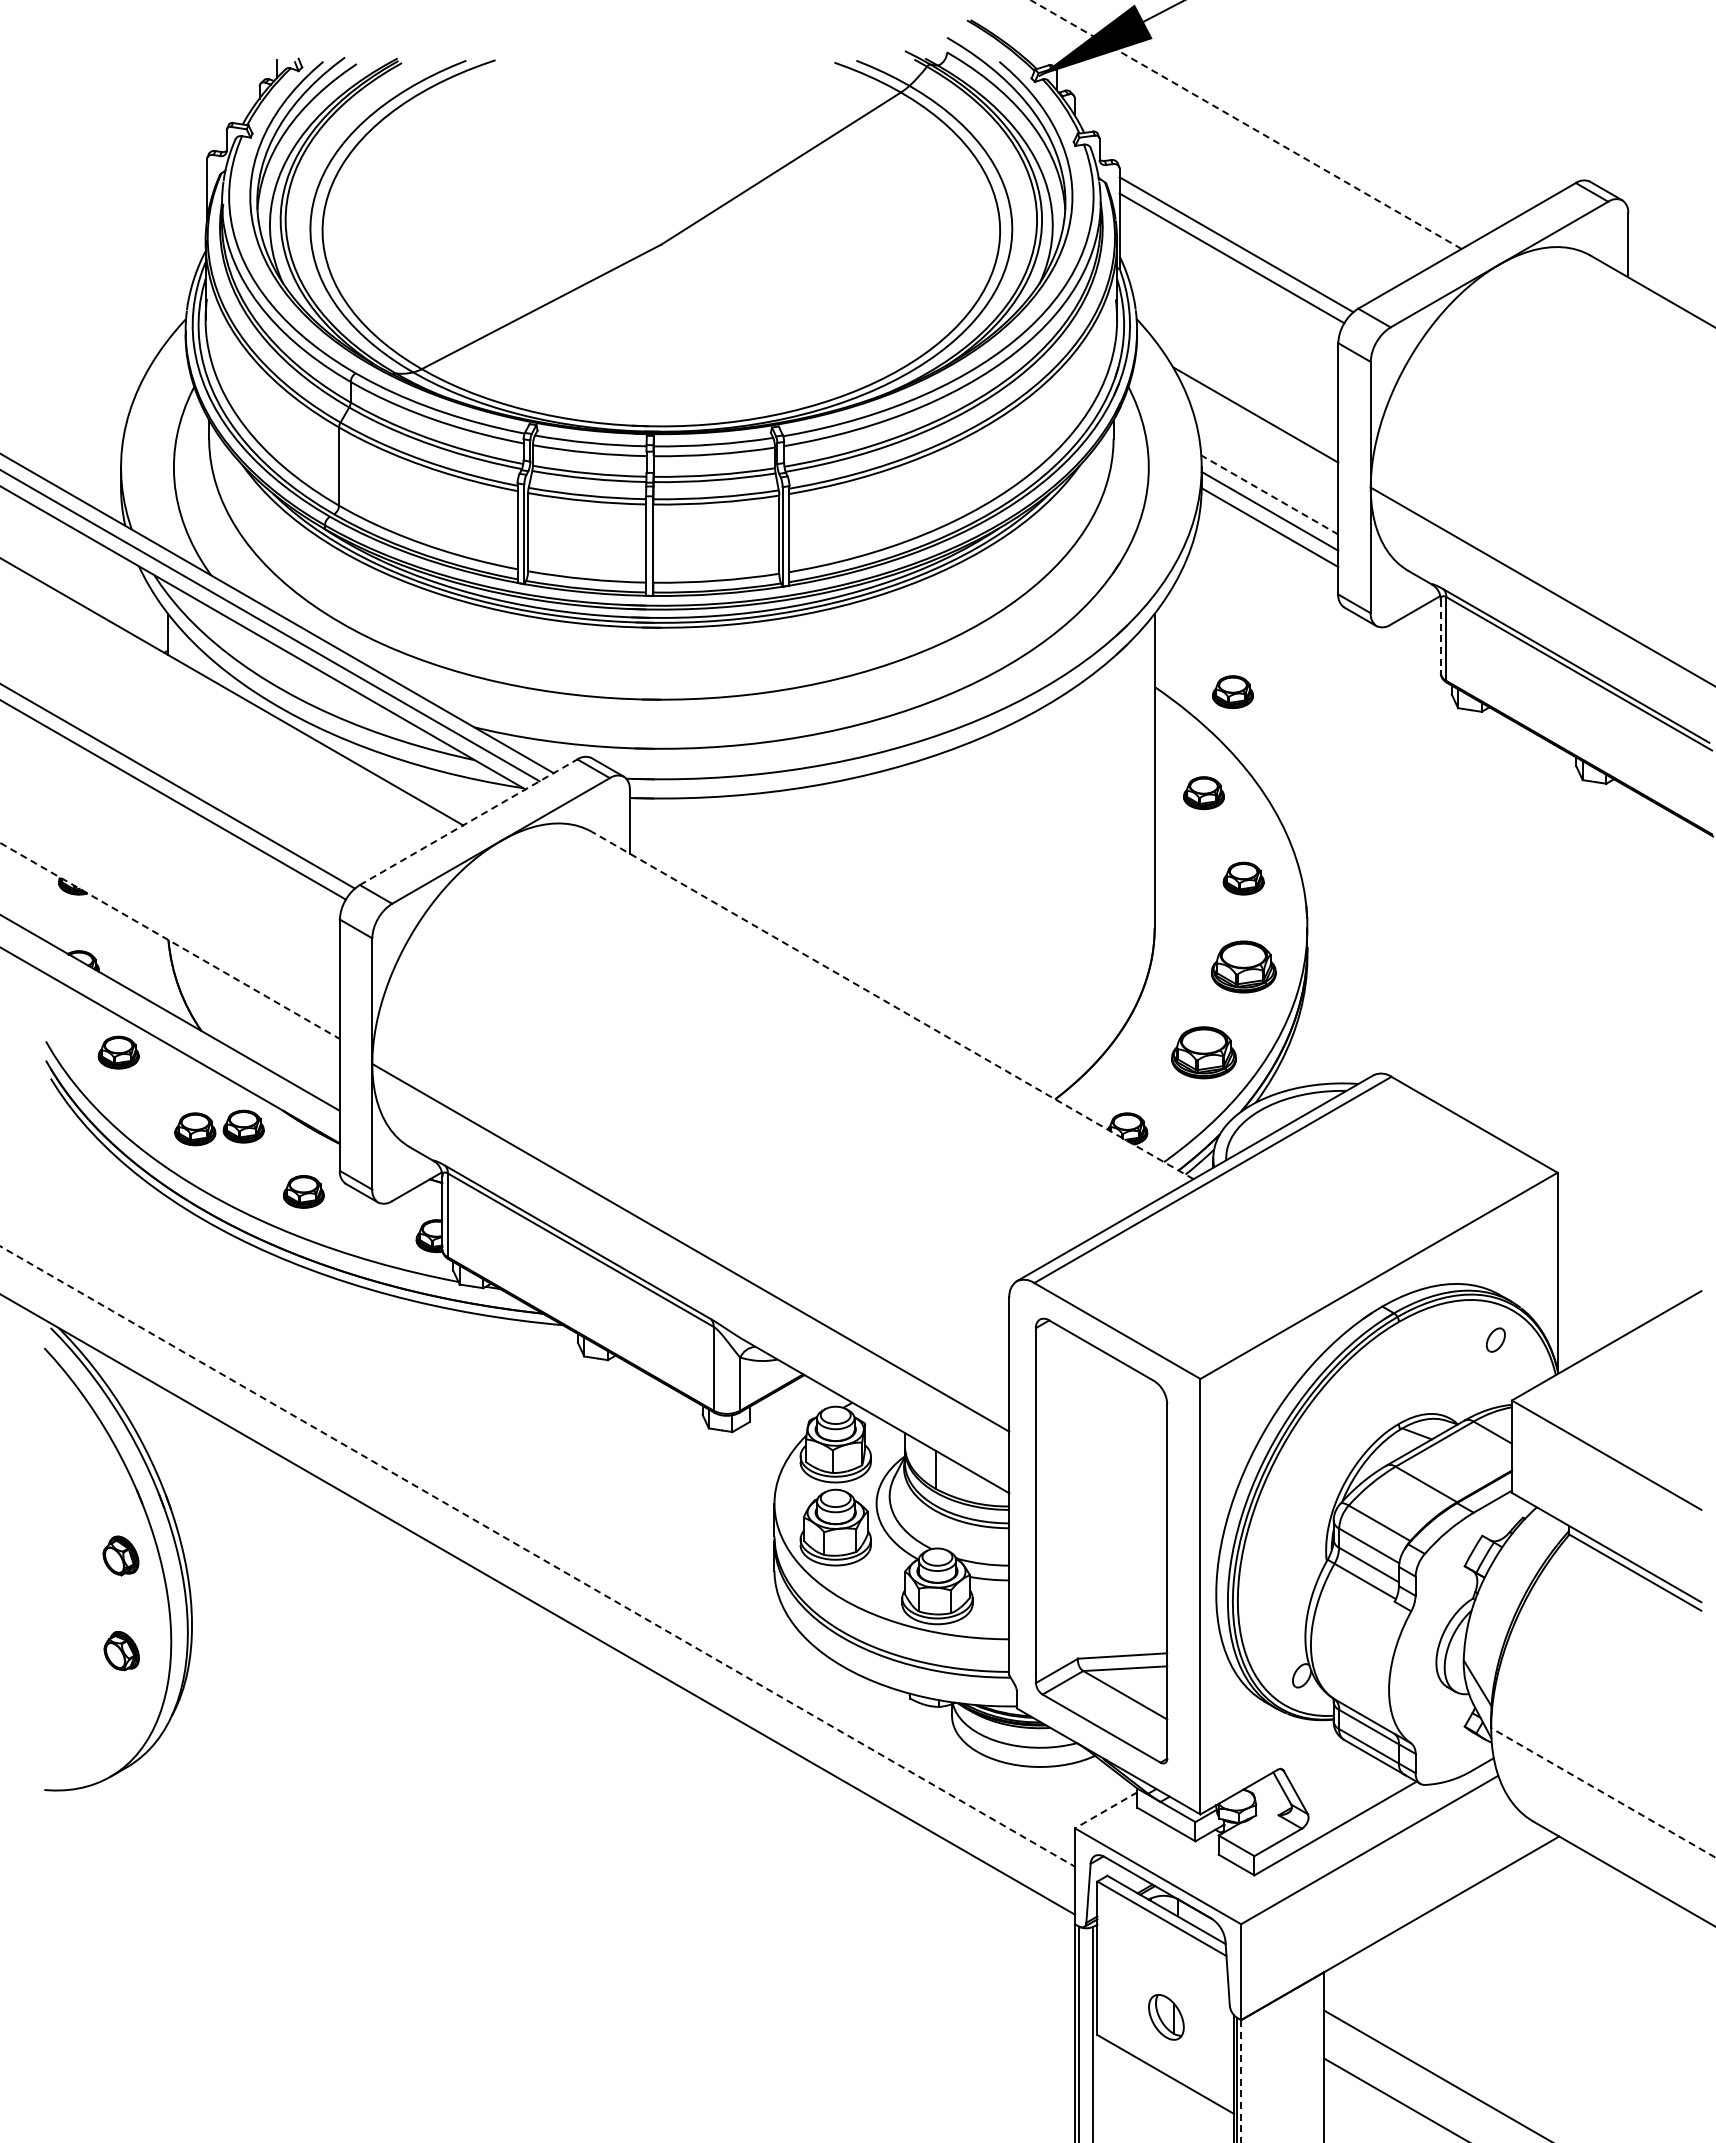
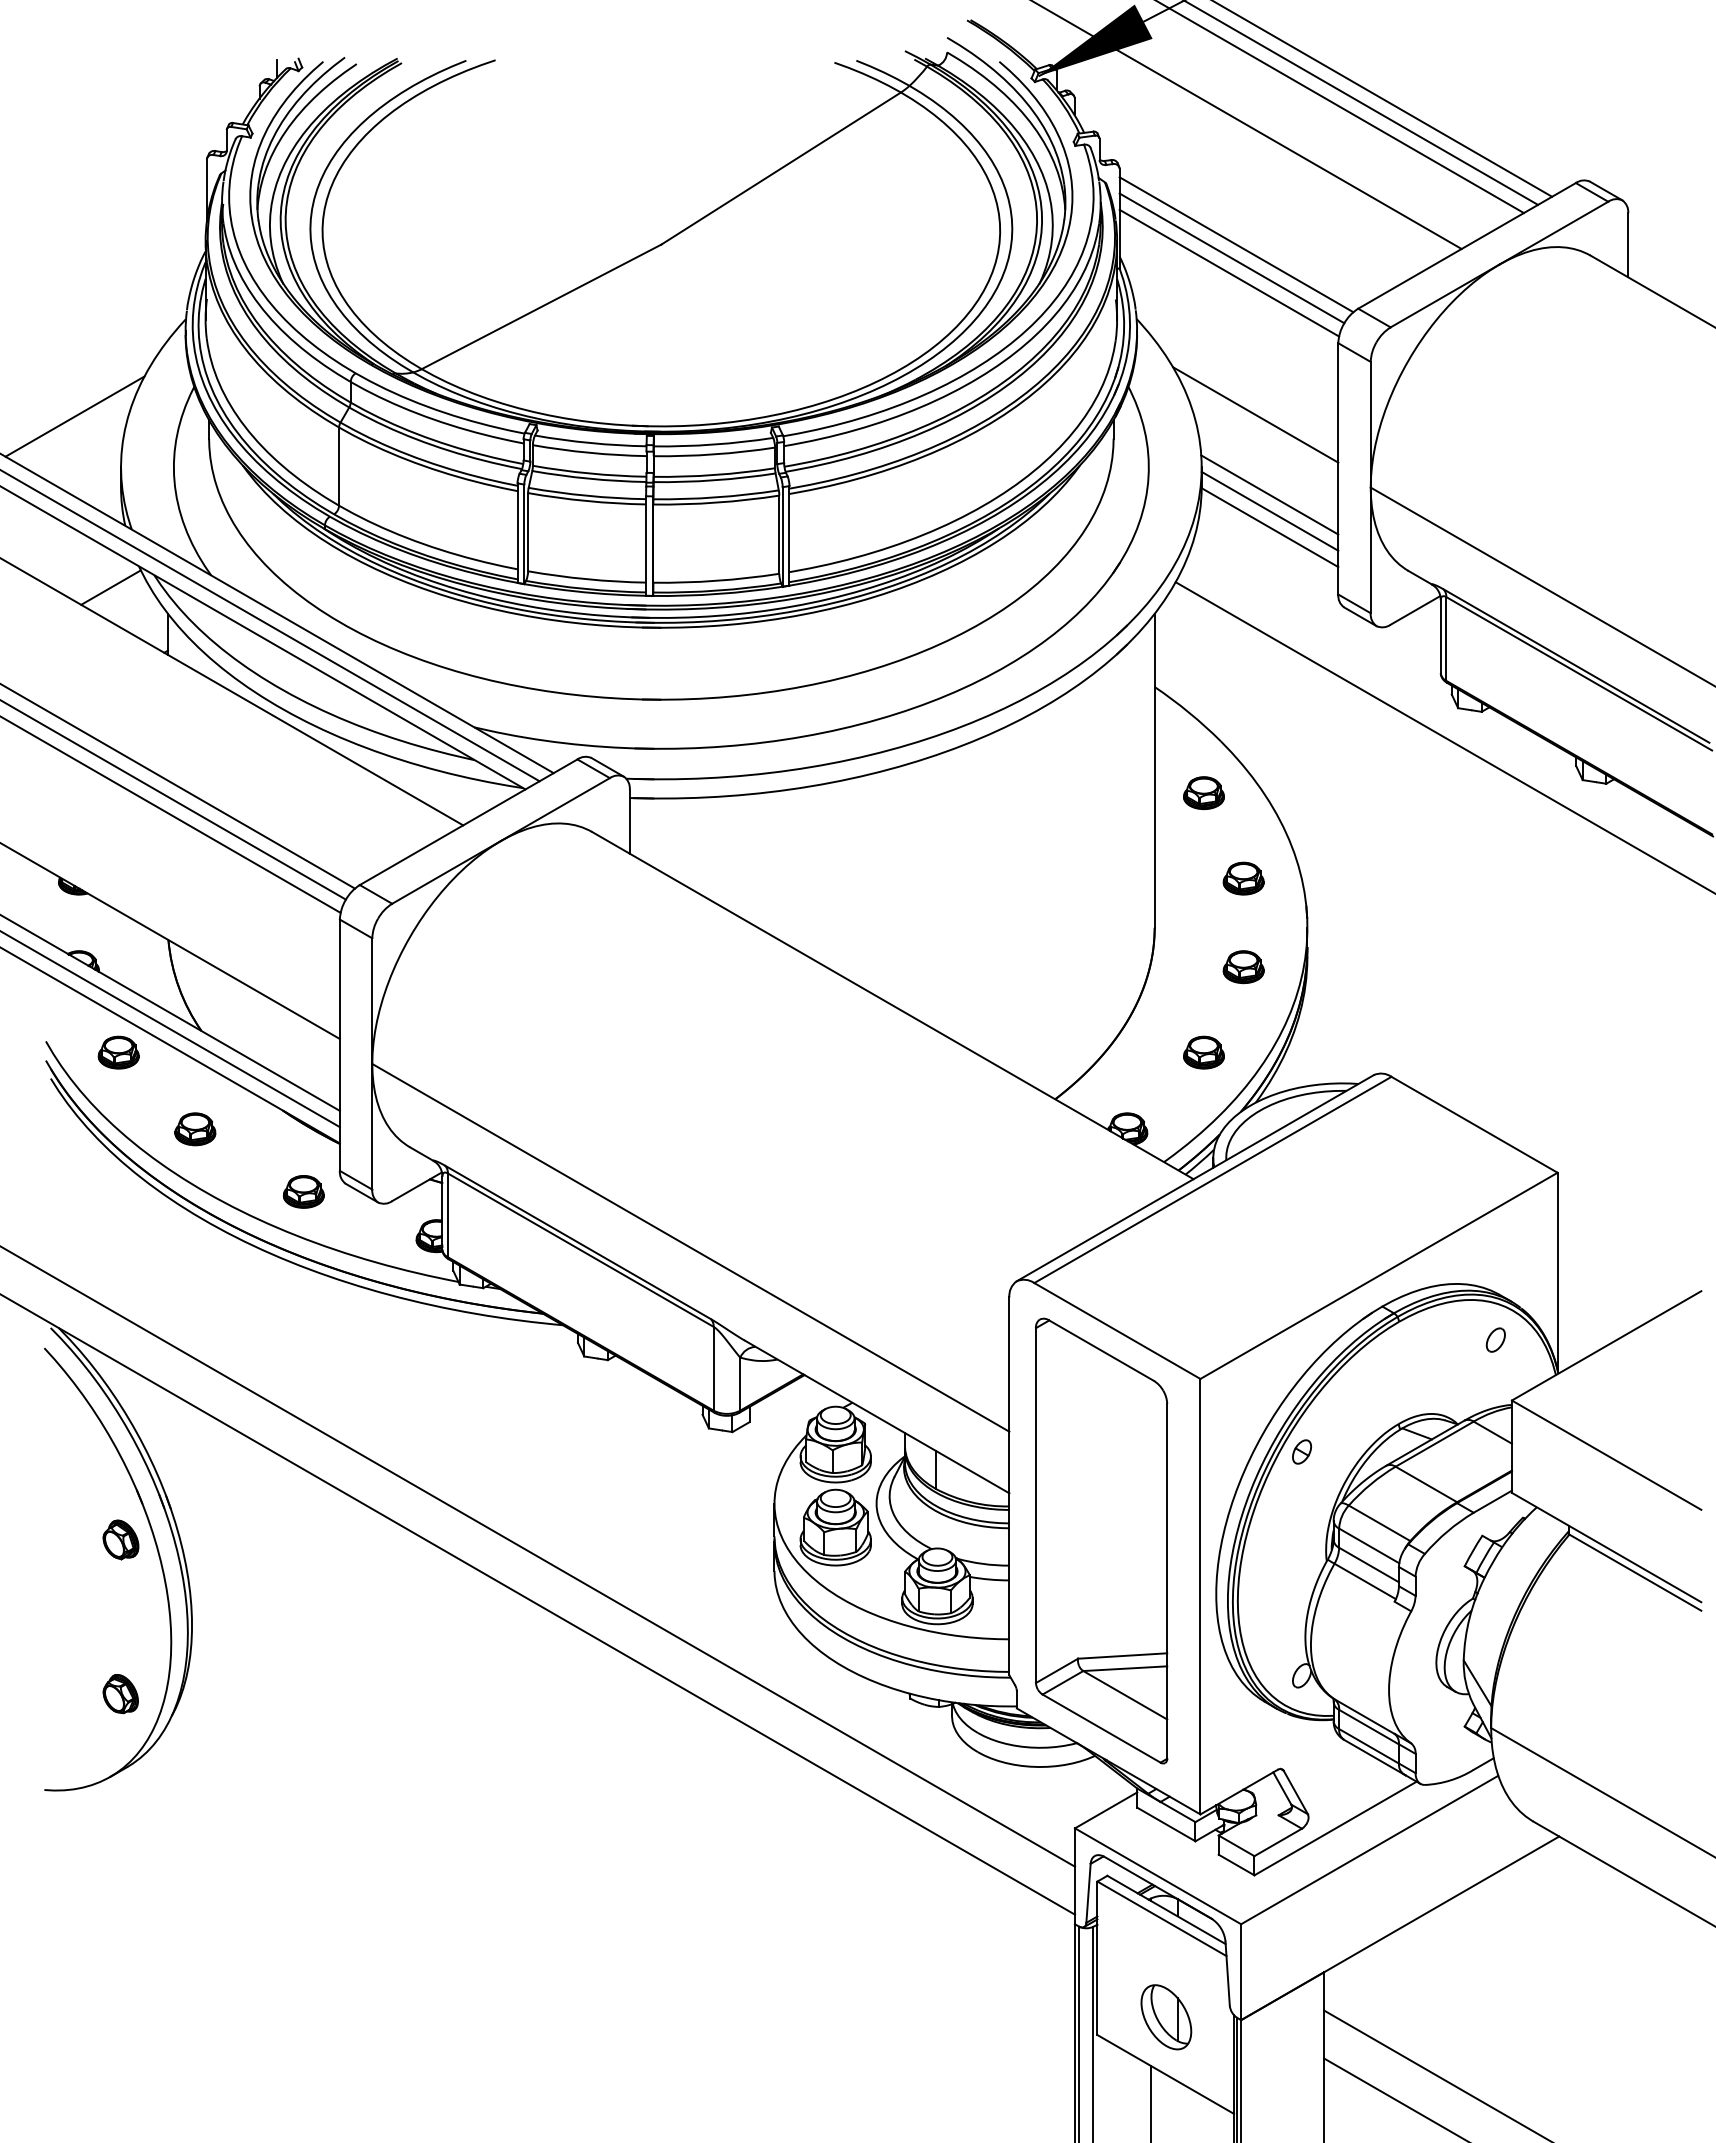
line at (1383, 99): none -> present
line at (1362, 103): none -> present
line at (1341, 107): none -> present
line at (1246, 124): dashed -> solid
line at (1229, 272): none -> present
line at (74, 416): none -> present
line at (1269, 494): dashed -> solid
line at (110, 587): none -> present
line at (1440, 637): dashed -> solid
part at (1232, 692): present -> none
line at (1443, 736): none -> present
line at (171, 814): none -> present
line at (468, 822): dashed -> solid
line at (170, 941): dashed -> solid
part at (1243, 966) size: 66x54 px -> 43x35 px
line at (892, 1005): dashed -> solid
line at (170, 1029): none -> present
part at (1203, 1052) size: 66x54 px -> 42x35 px
part at (243, 1126): present -> none
part at (1302, 1451): none -> present
part at (120, 1555) position: (120, 1555) -> (120, 1539)
line at (538, 1556): dashed -> solid
part at (121, 1651) position: (121, 1651) -> (120, 1694)
line at (1603, 1792): dashed -> solid
line at (1106, 1810): dashed -> solid
part at (1166, 2017) size: 37x47 px -> 53x67 px
line at (1241, 2081): dashed -> solid
line at (1150, 2102): none -> present
